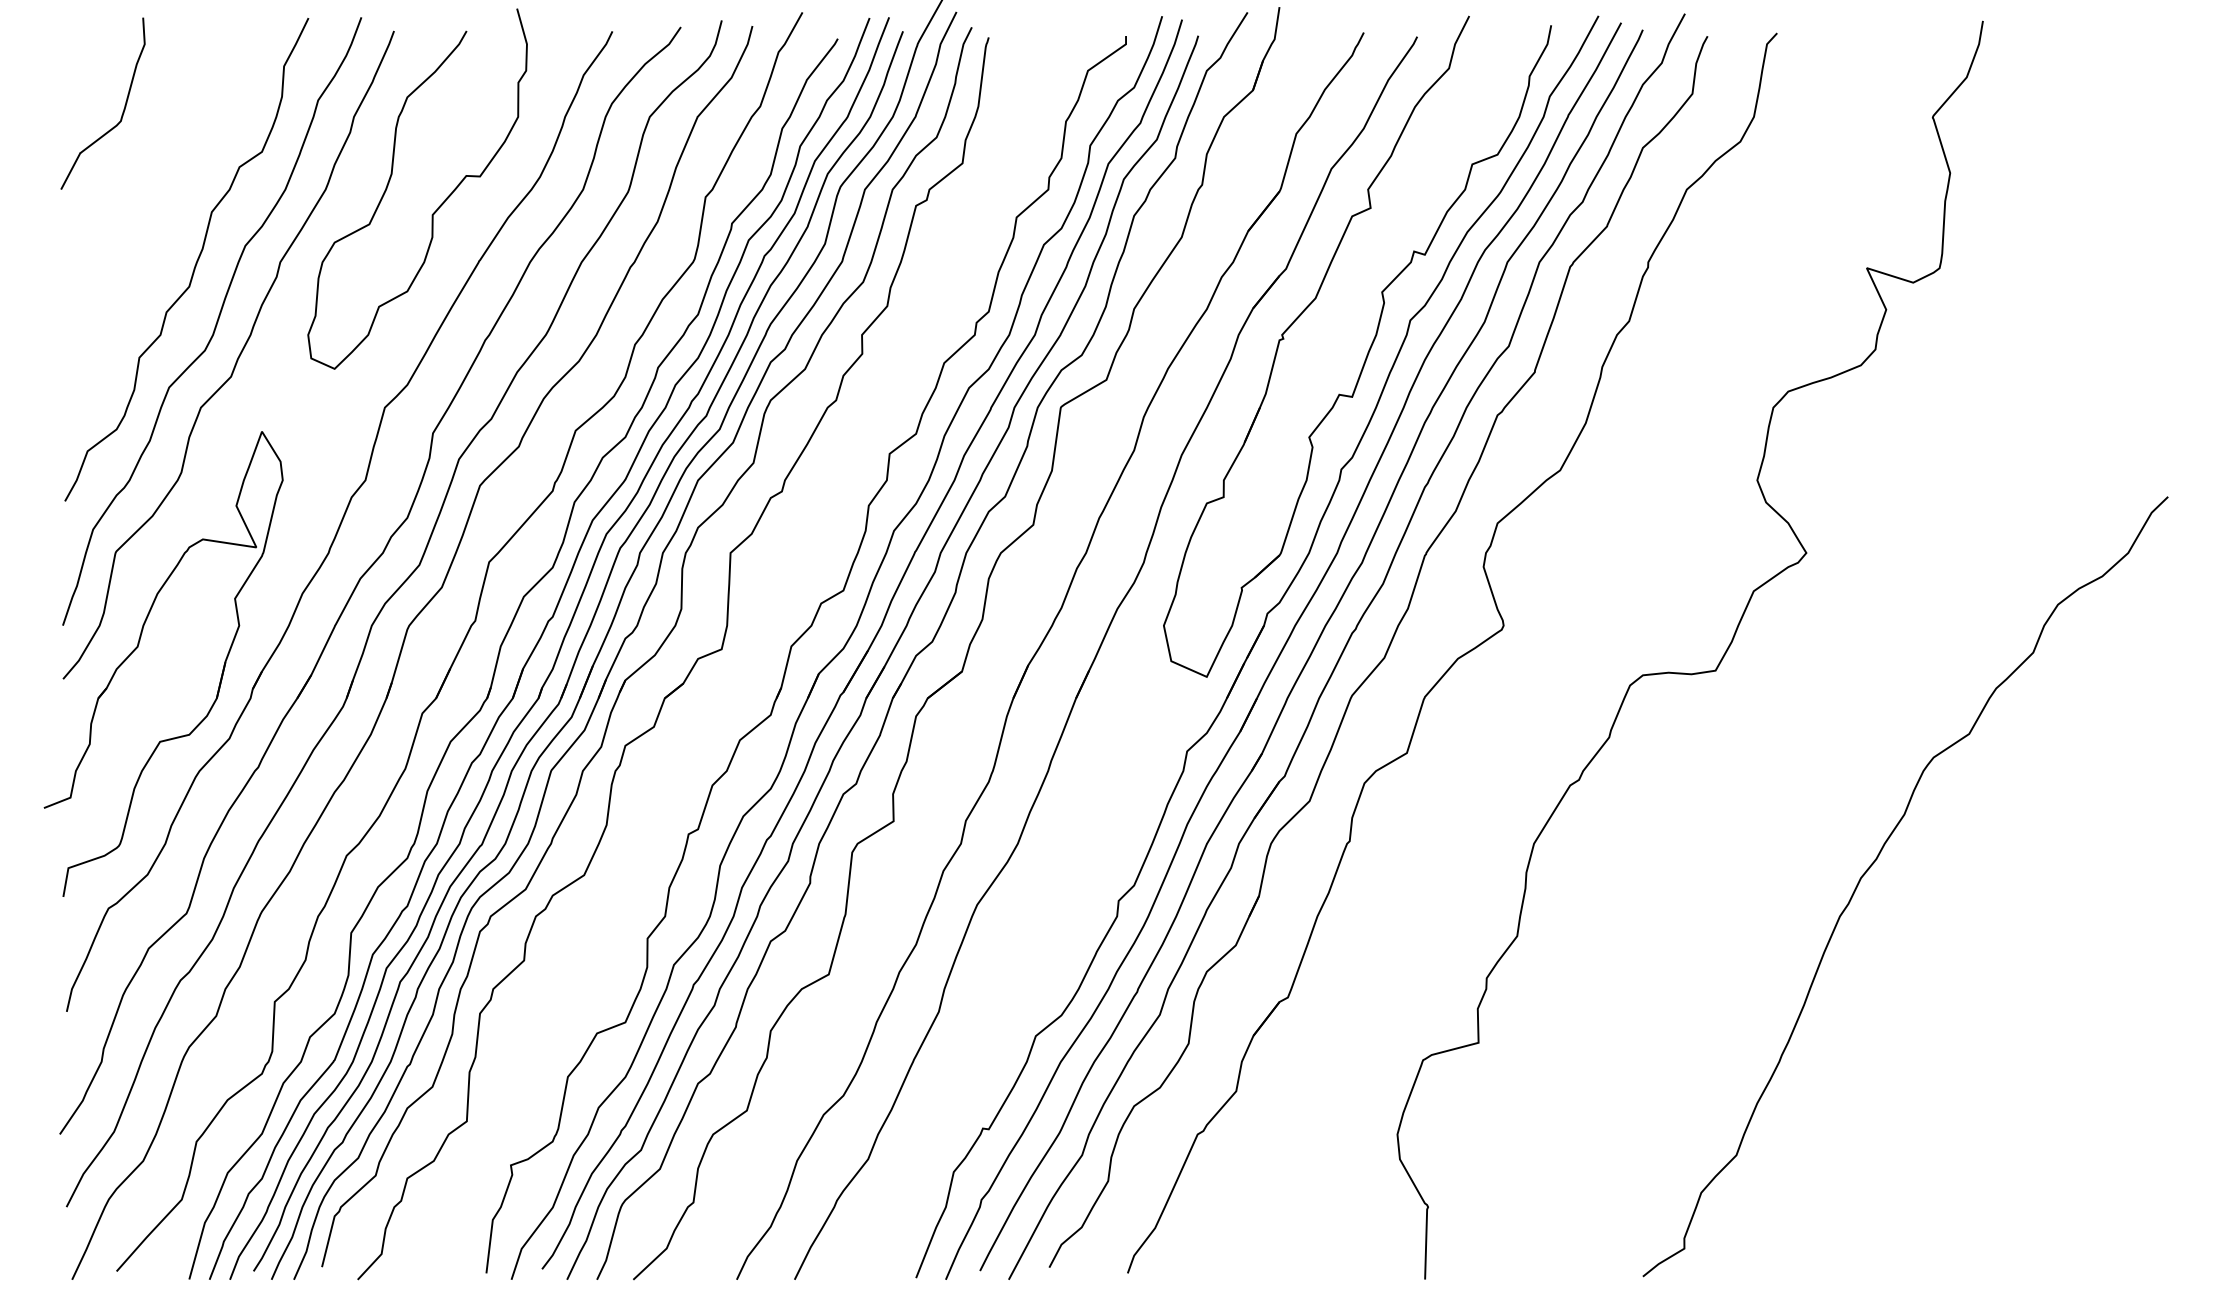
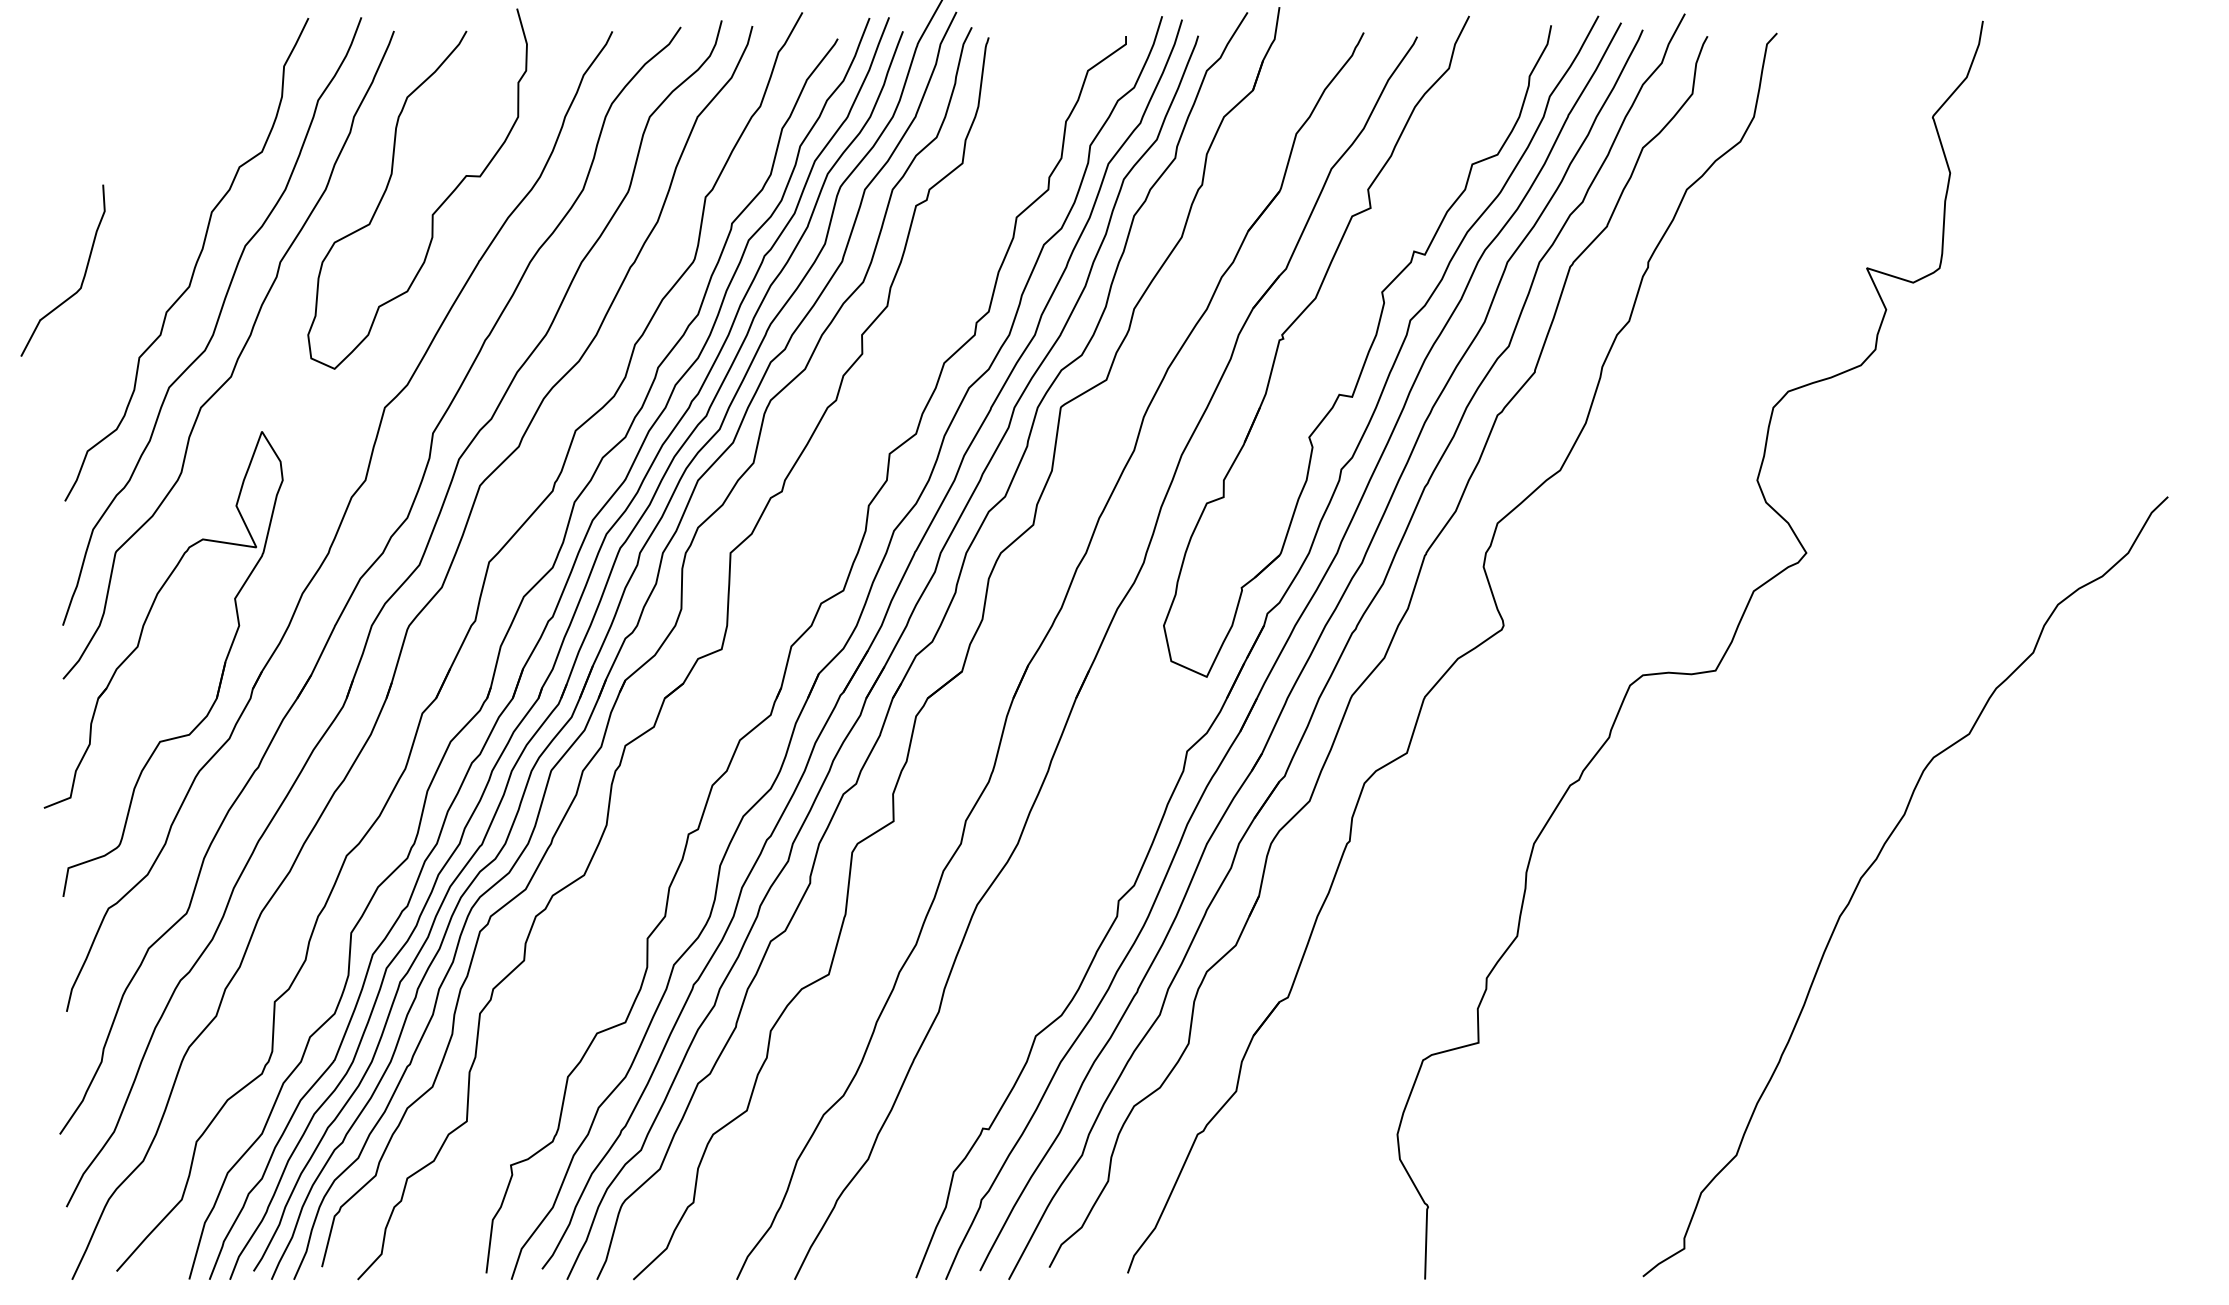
curve at (122, 111) position: (122, 111) -> (82, 278)
